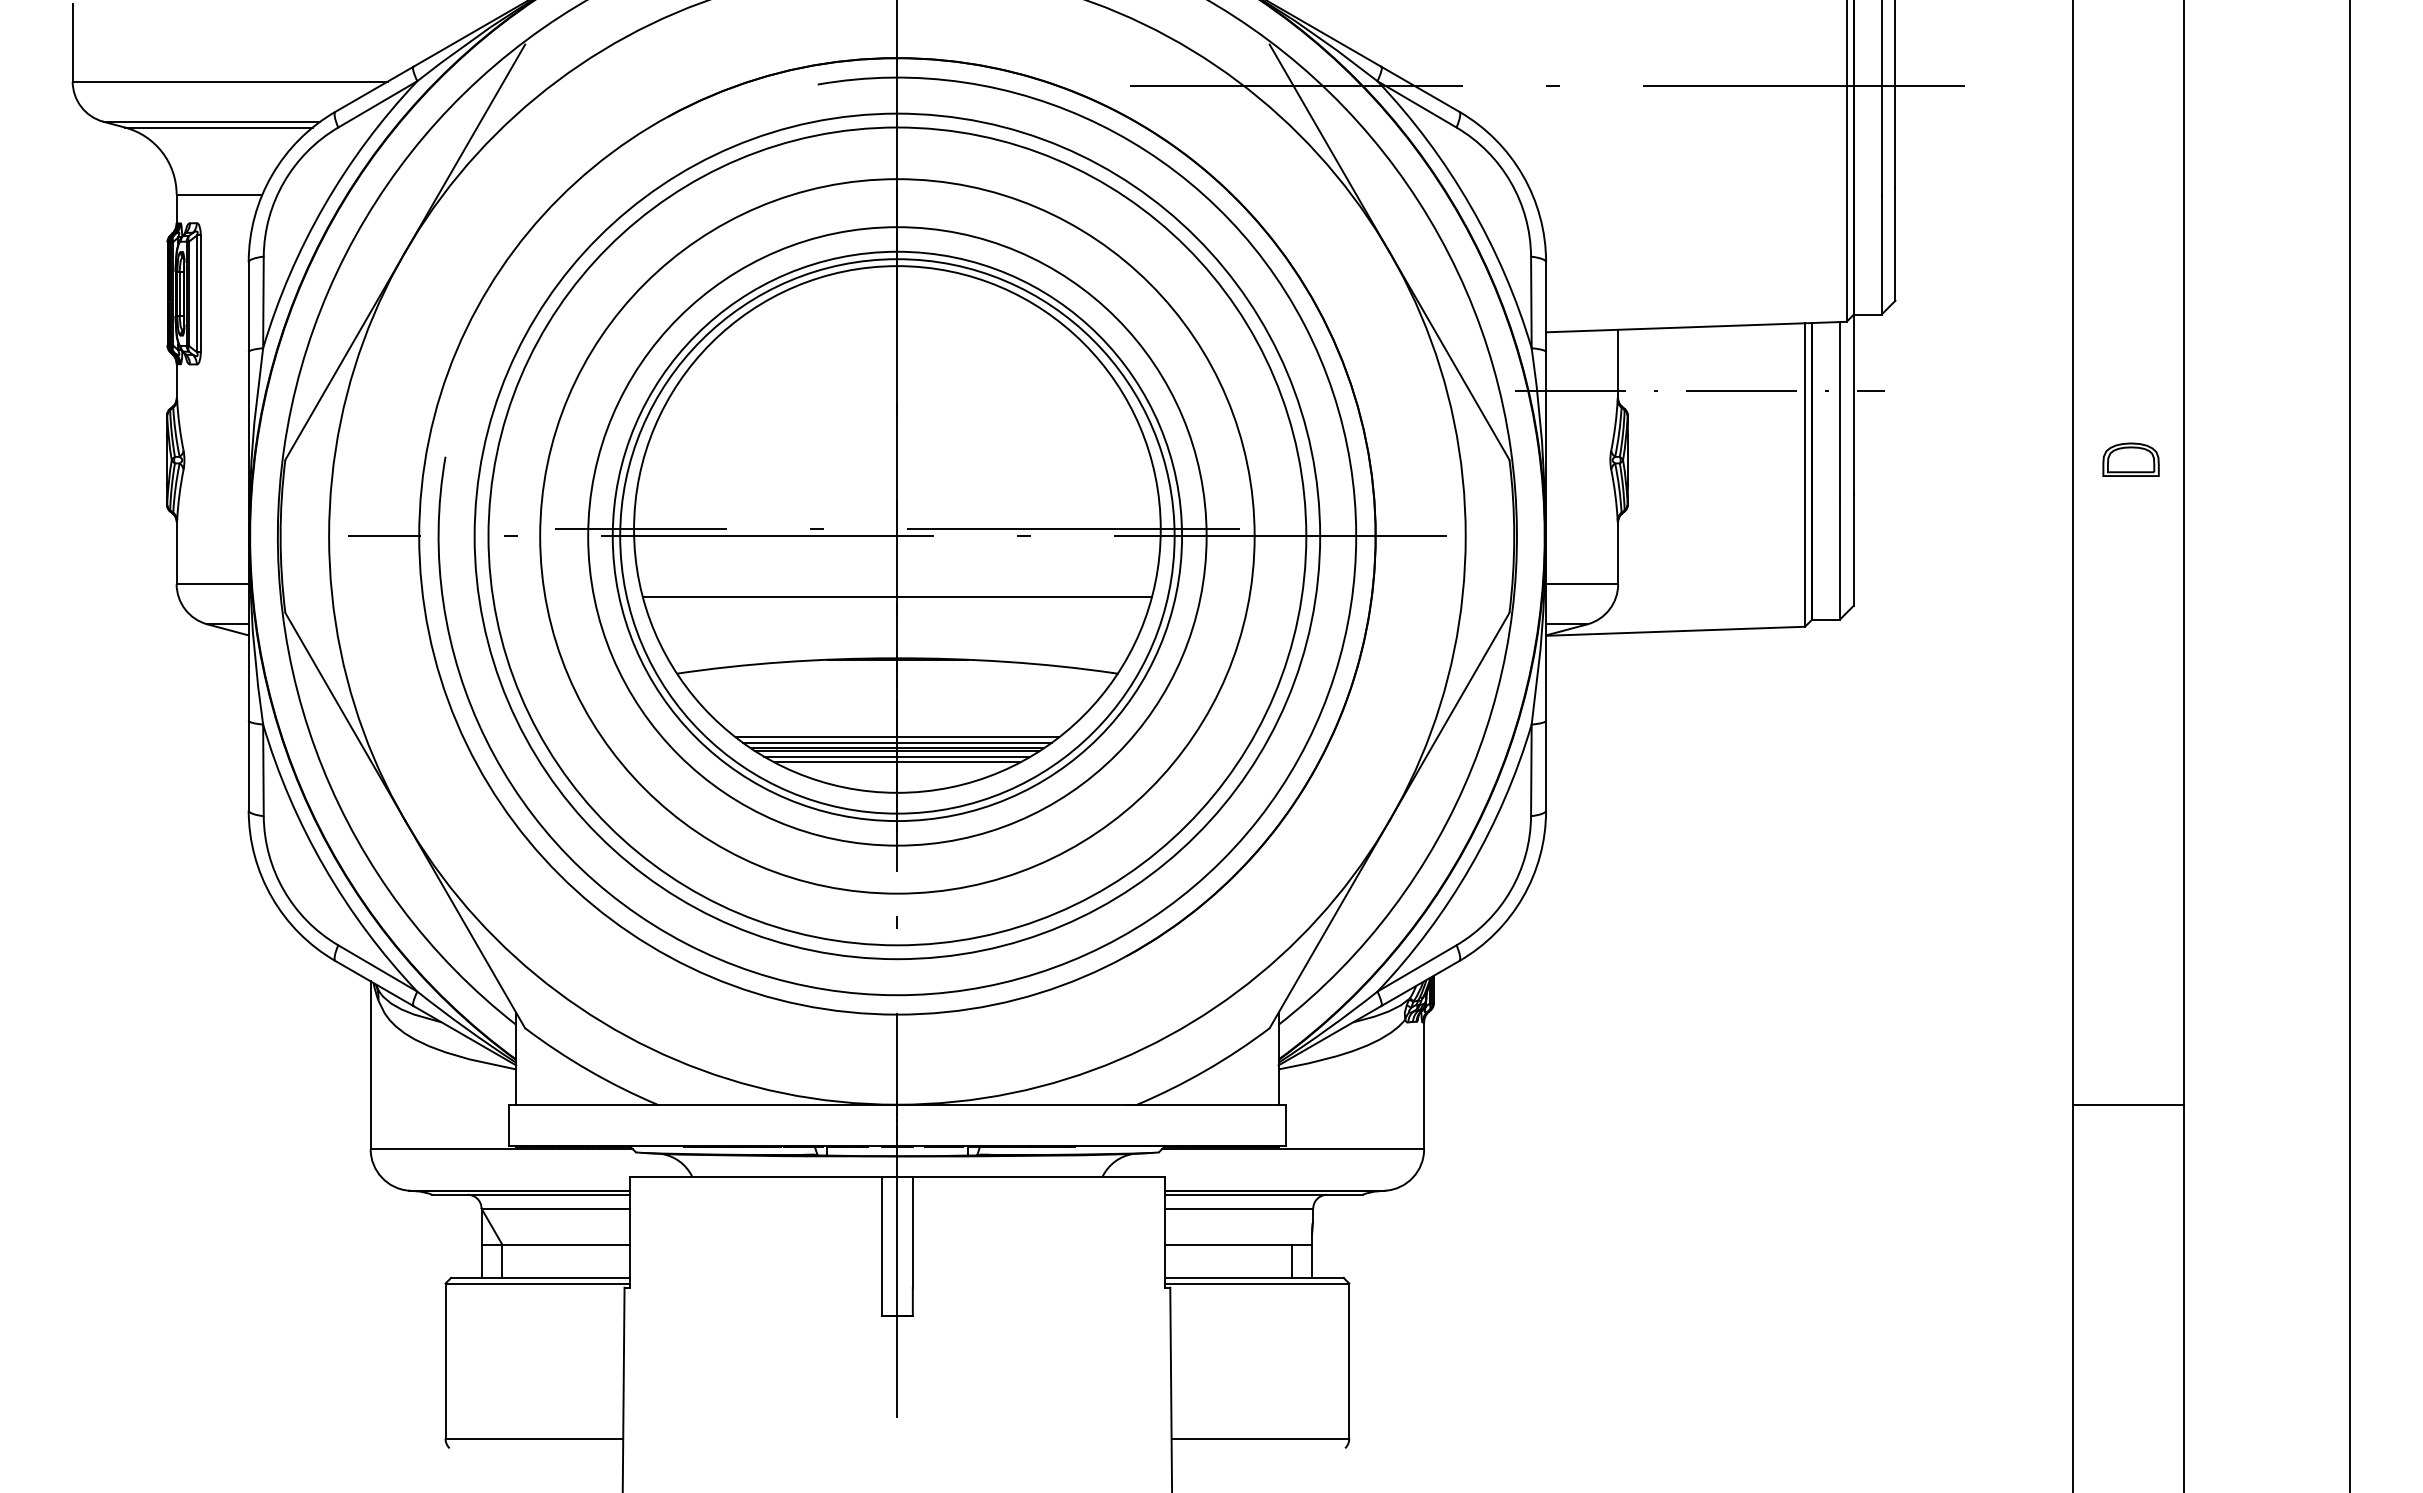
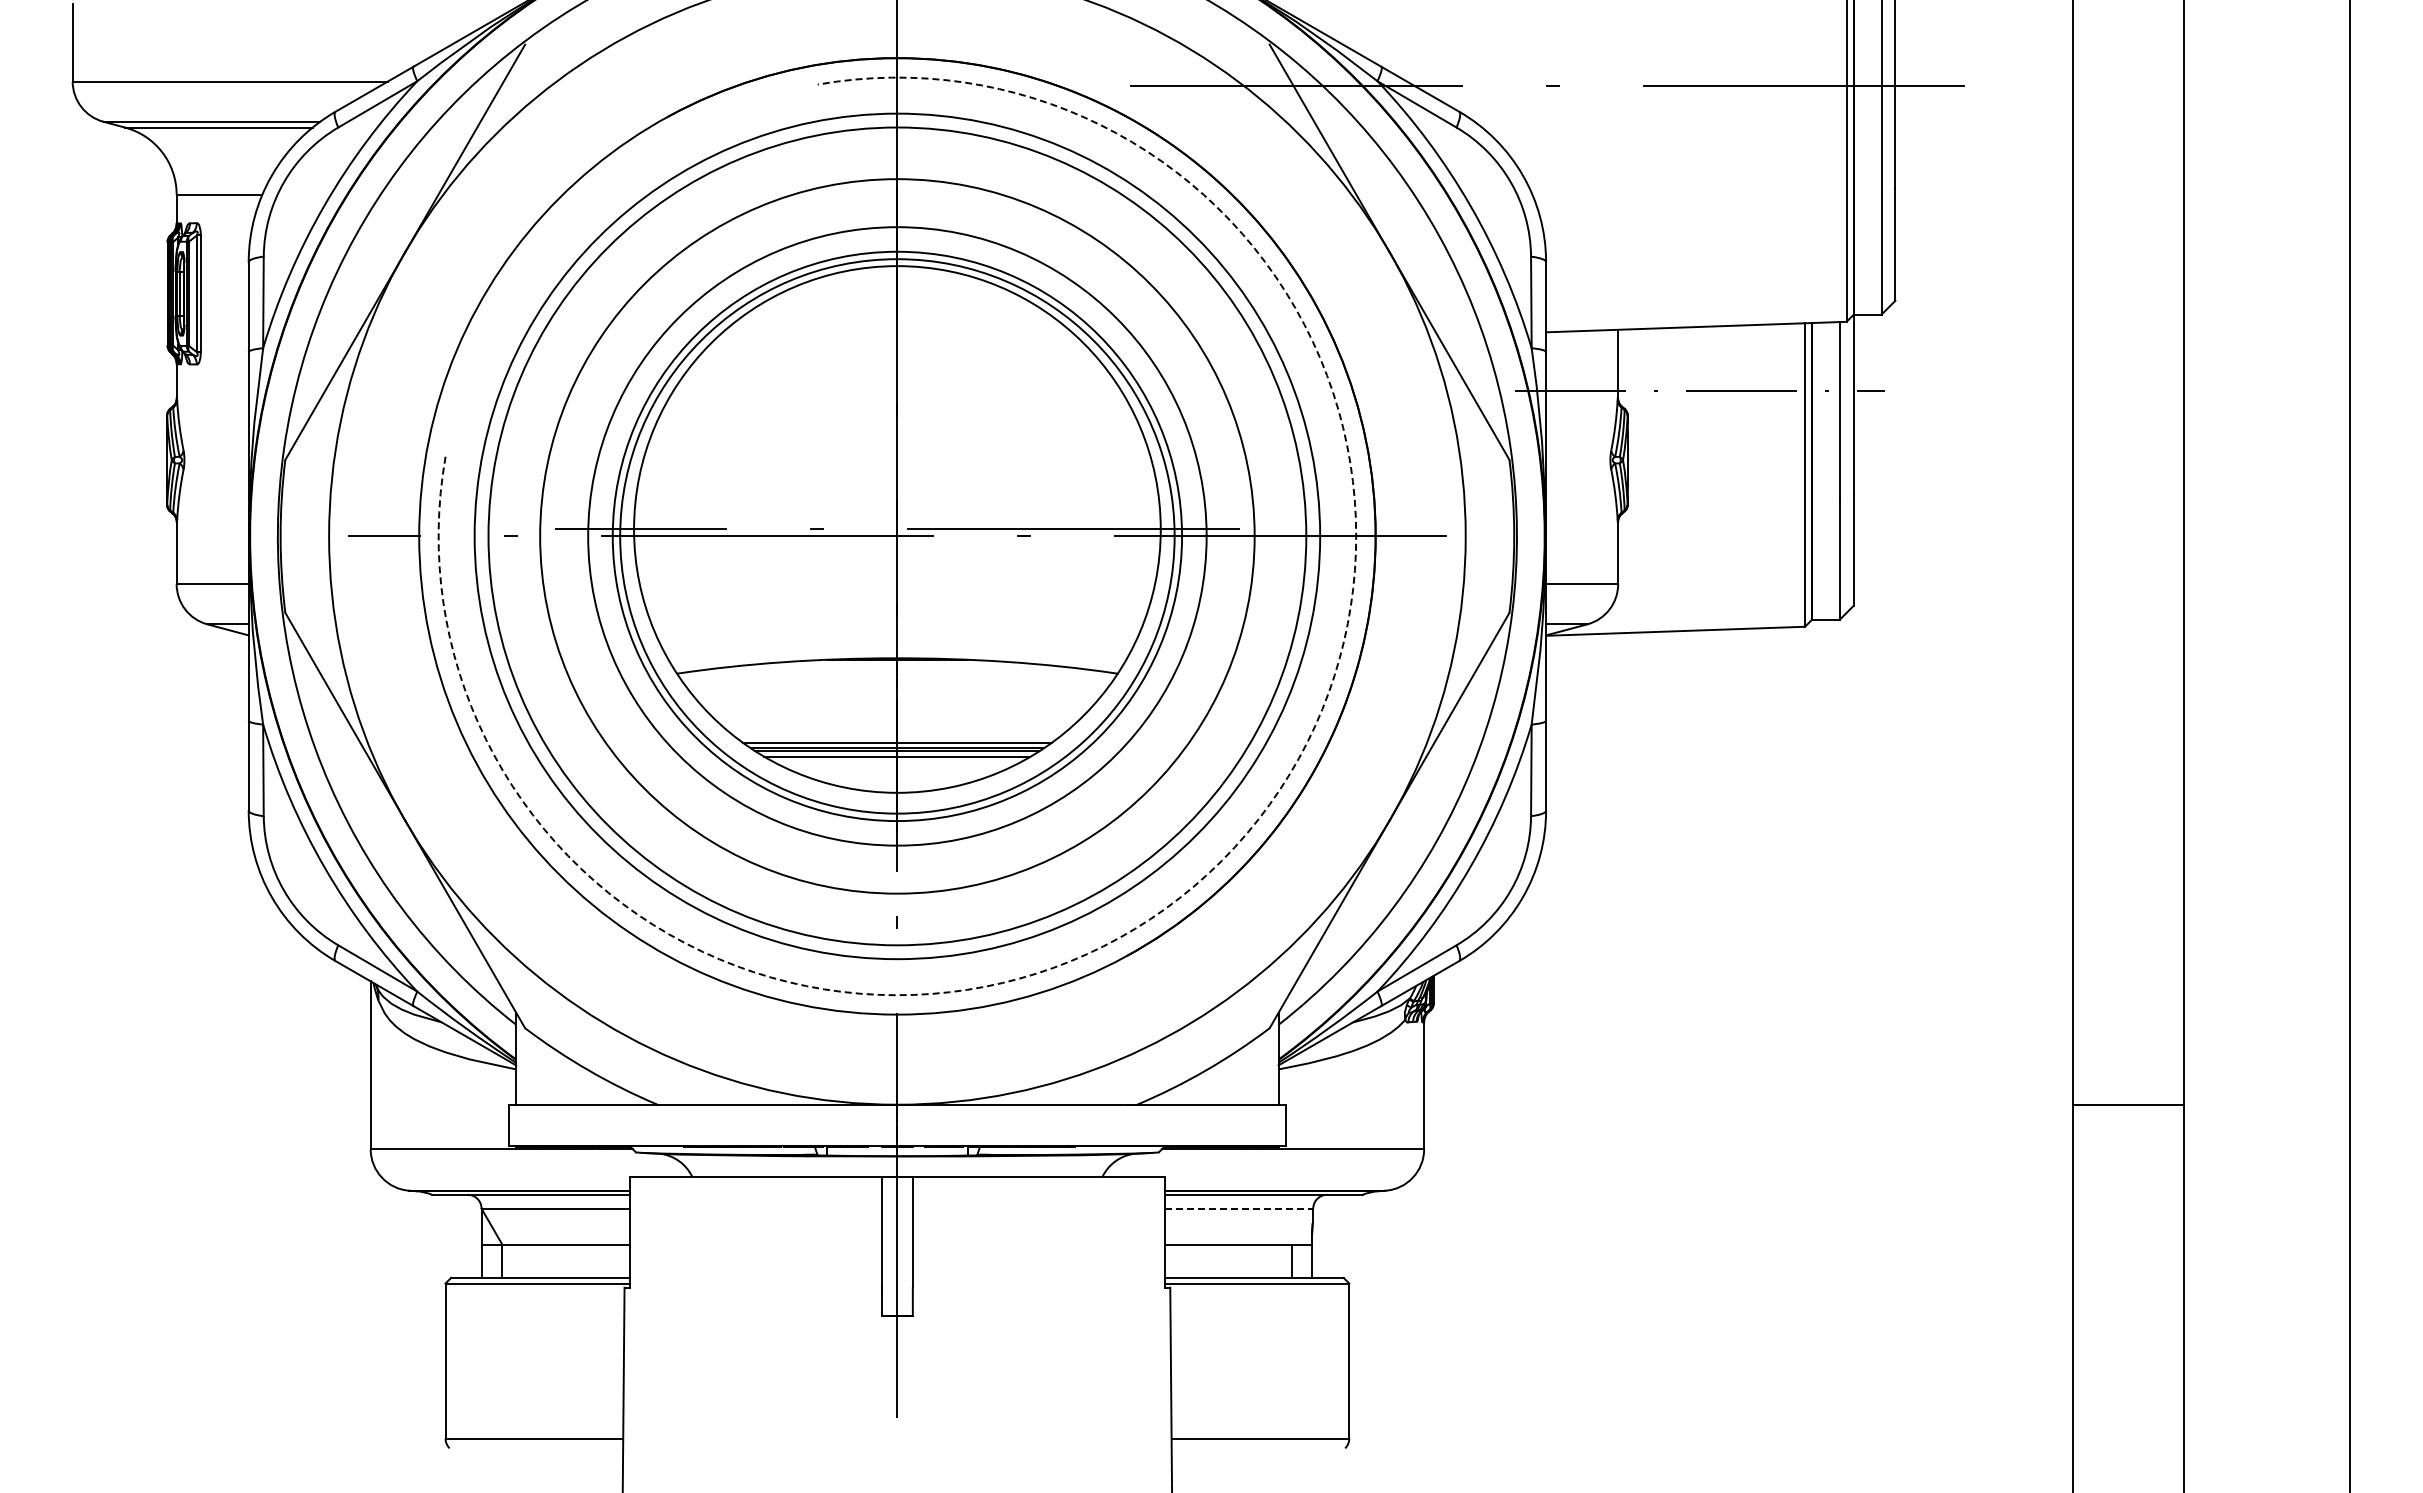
part at (2130, 459): present -> none
line at (896, 597): present -> none
line at (897, 737): present -> none
line at (897, 762): present -> none
arc at (1221, 860): solid -> dashed
line at (1239, 1208): solid -> dashed
